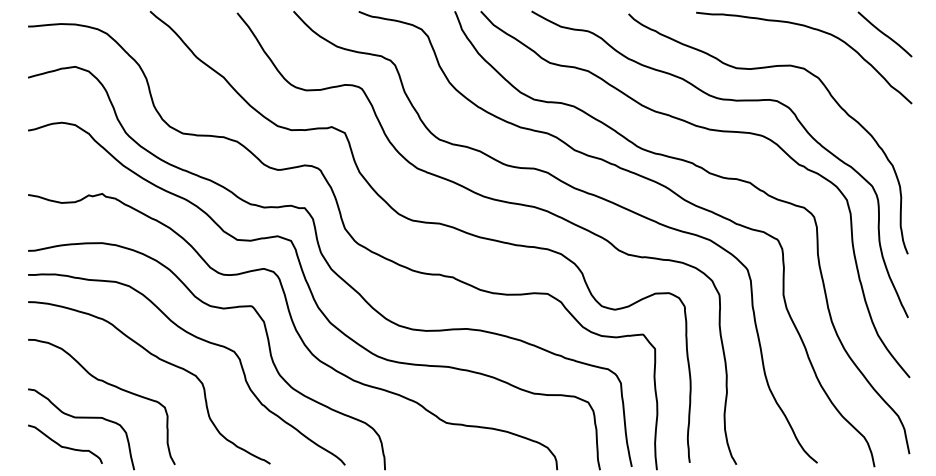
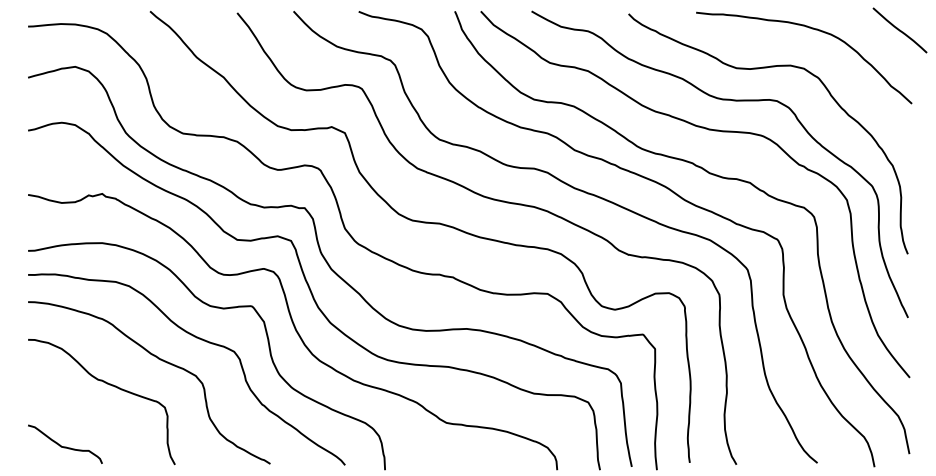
line at (884, 34) position: (884, 34) -> (899, 30)
curve at (81, 418): present -> none
